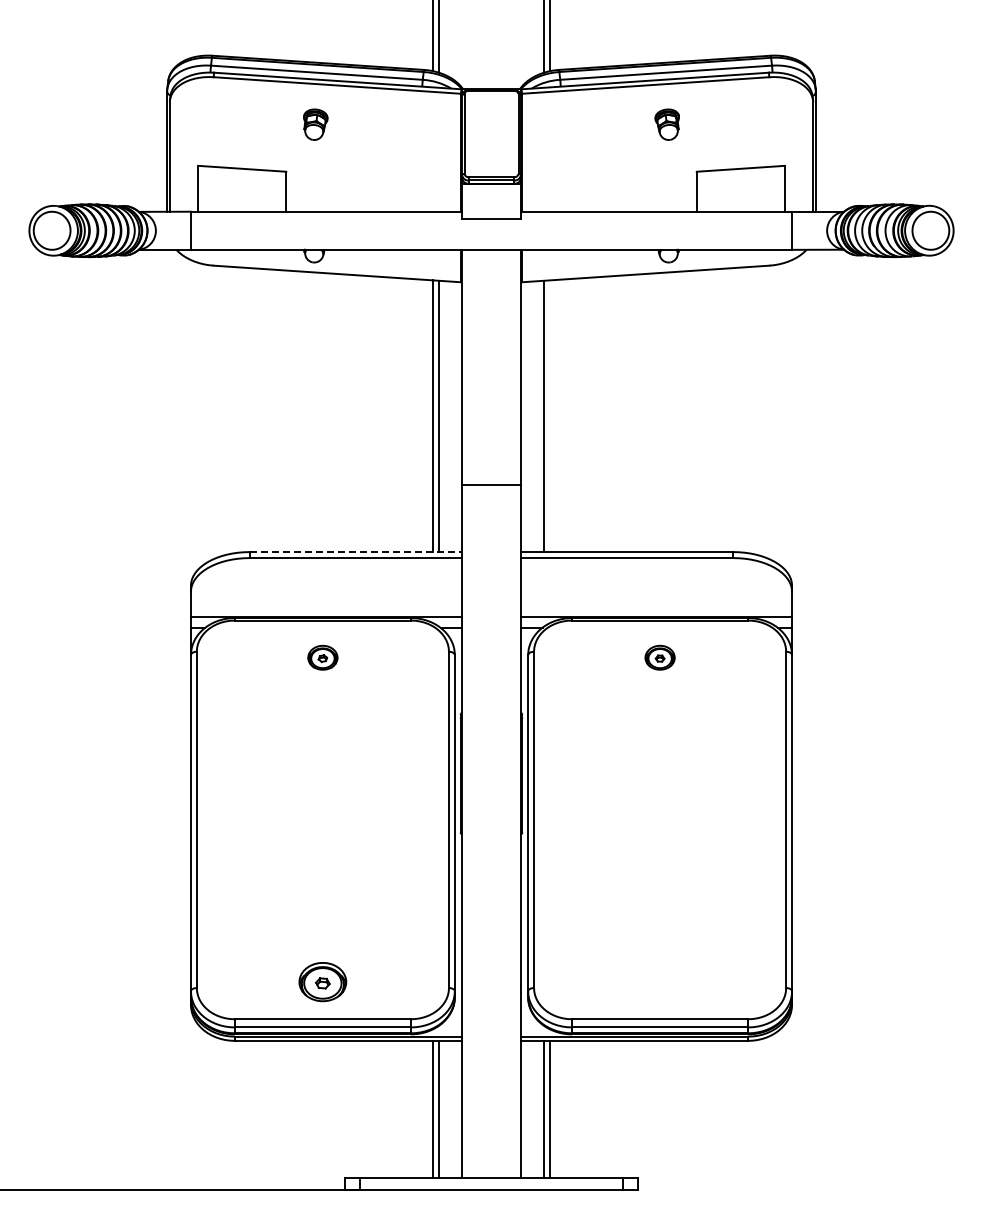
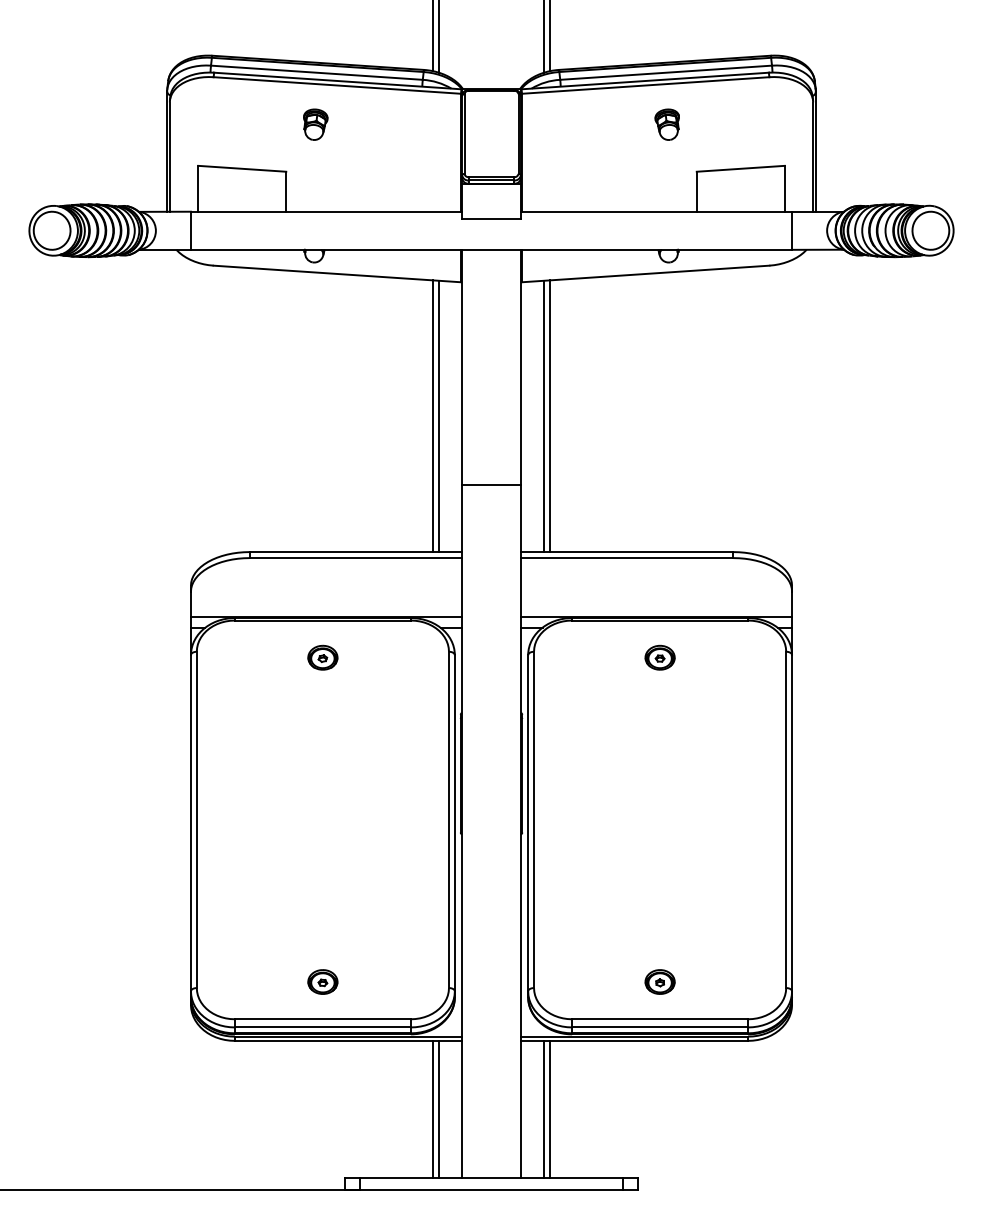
line at (550, 416): none -> present
line at (356, 552): dashed -> solid
part at (659, 981): none -> present
part at (322, 982) size: 50x41 px -> 32x26 px
